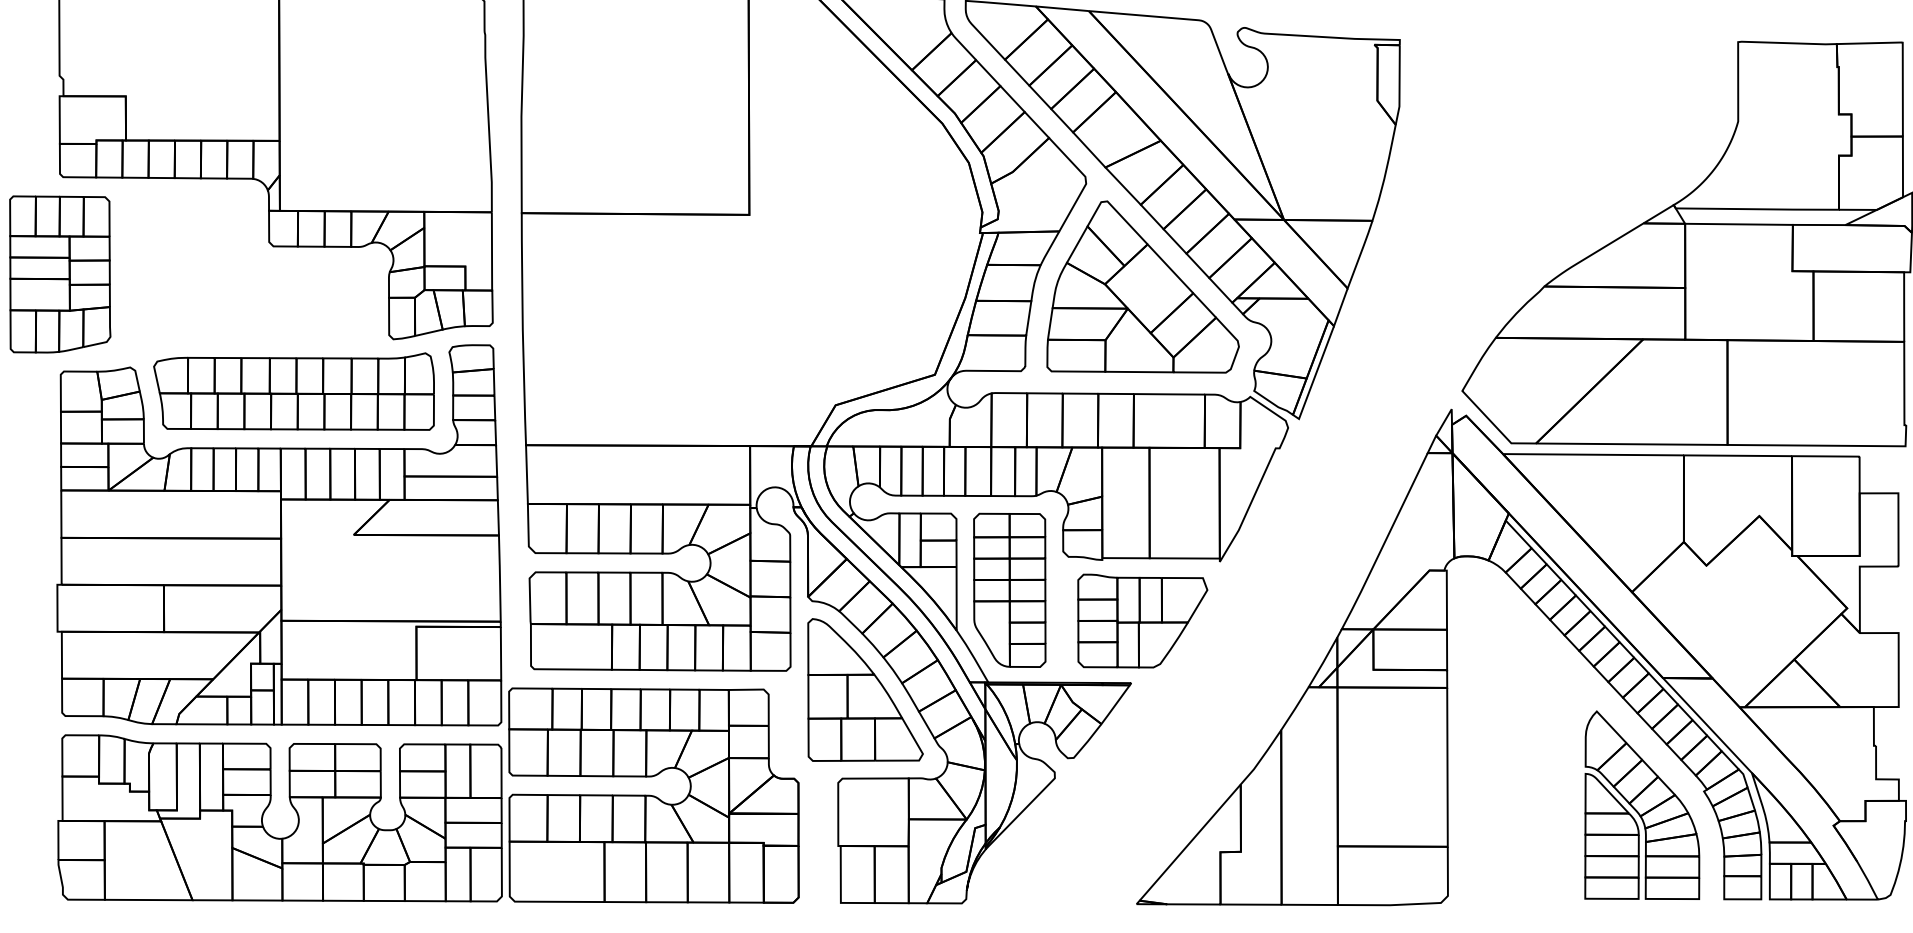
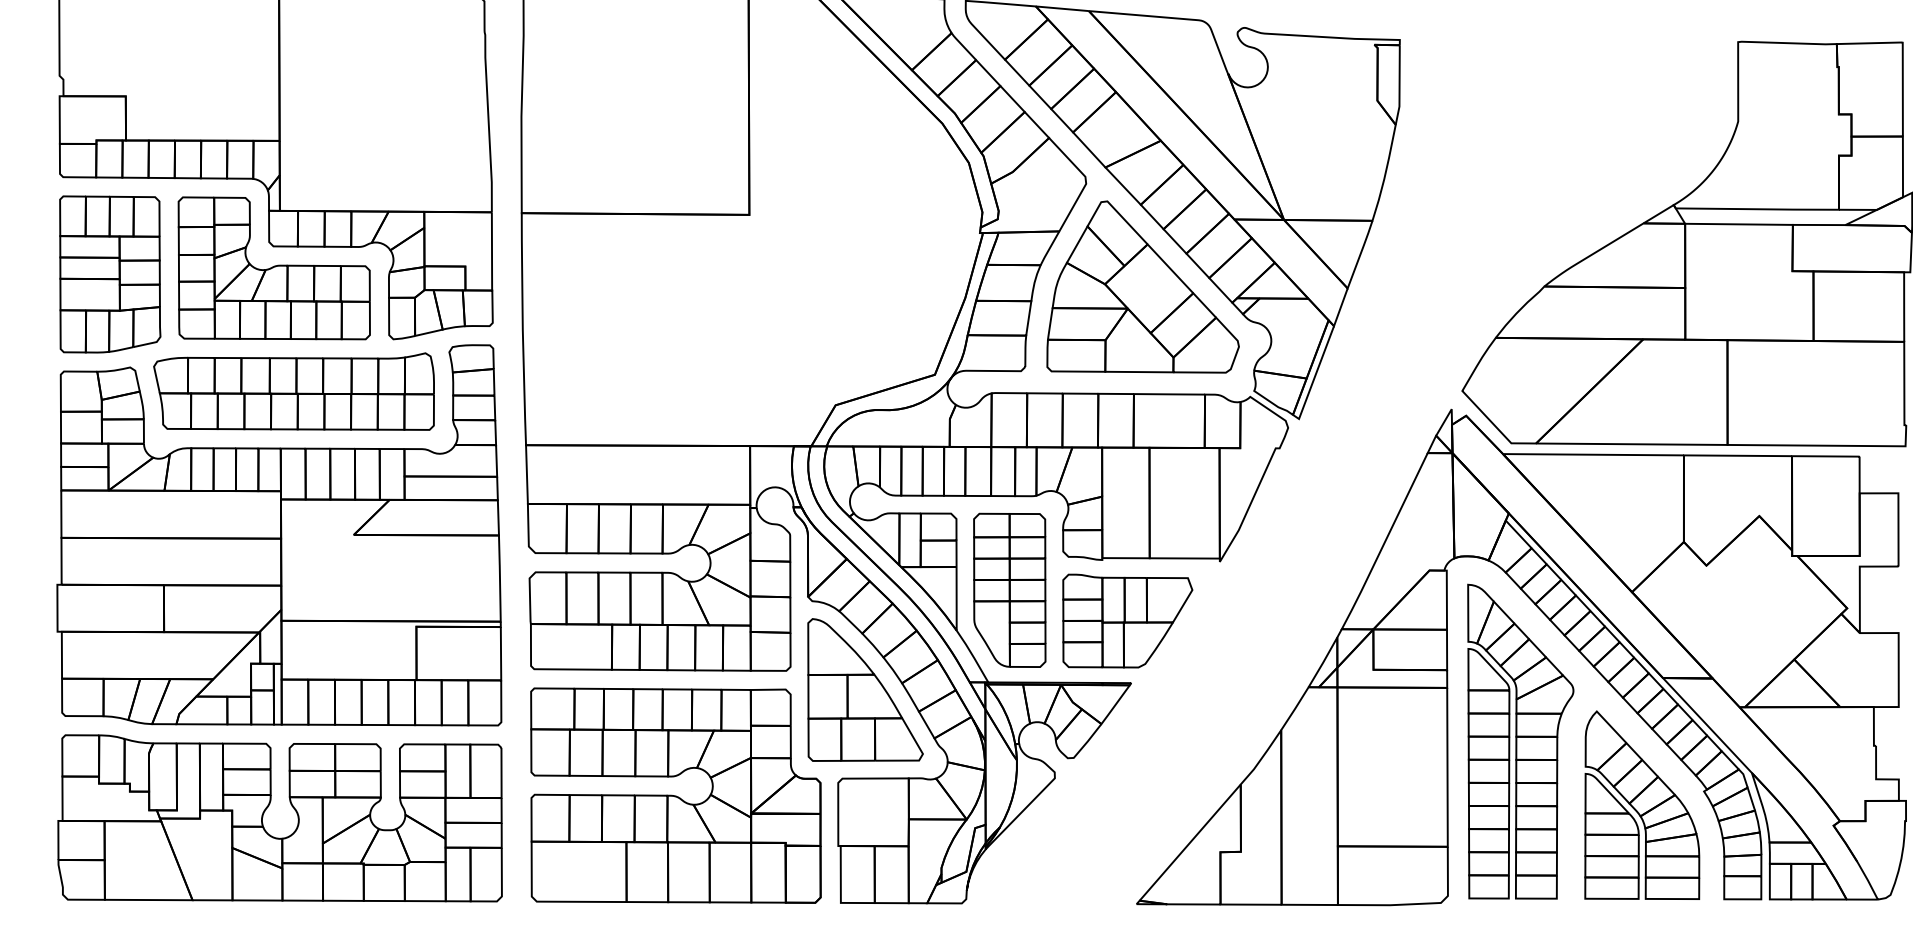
part at (273, 268): none -> present
part at (60, 274) position: (60, 274) -> (110, 274)
part at (1142, 620) position: (1142, 620) -> (1127, 620)
part at (1520, 741): none -> present
part at (653, 795) position: (653, 795) -> (675, 795)
